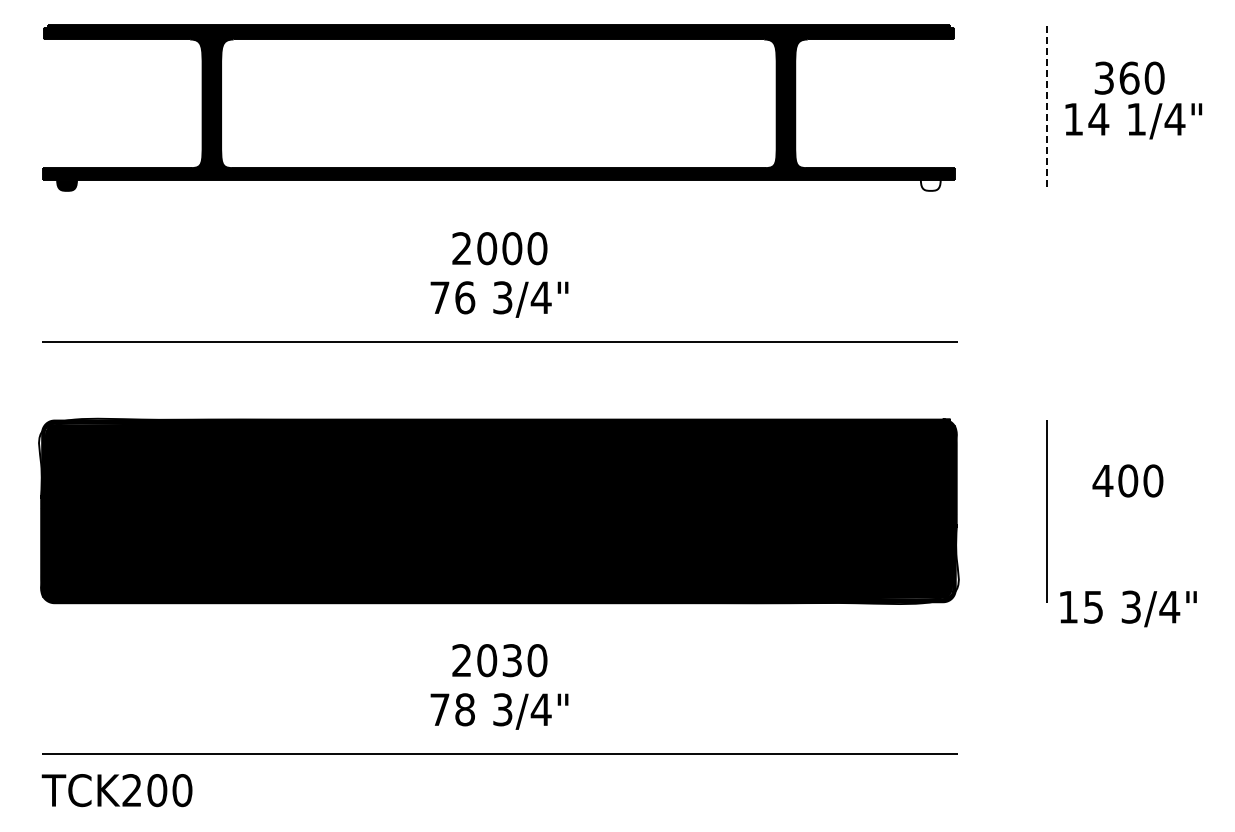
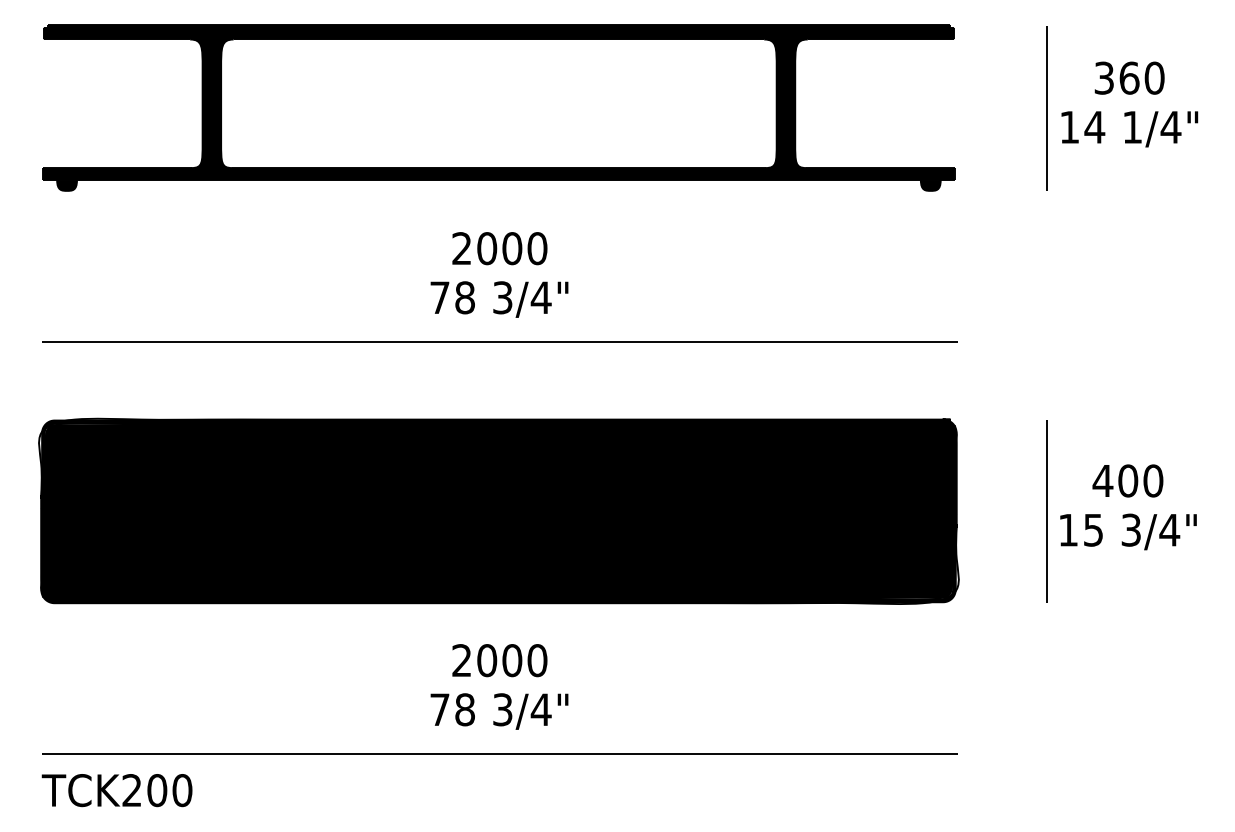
line at (1046, 108): dashed -> solid
text at (1133, 121) position: (1133, 121) -> (1129, 129)
fill at (930, 185): none -> present
text at (465, 297): 76 -> 78
text at (1128, 608) position: (1128, 608) -> (1128, 531)
text at (512, 660): 2030 -> 2000
